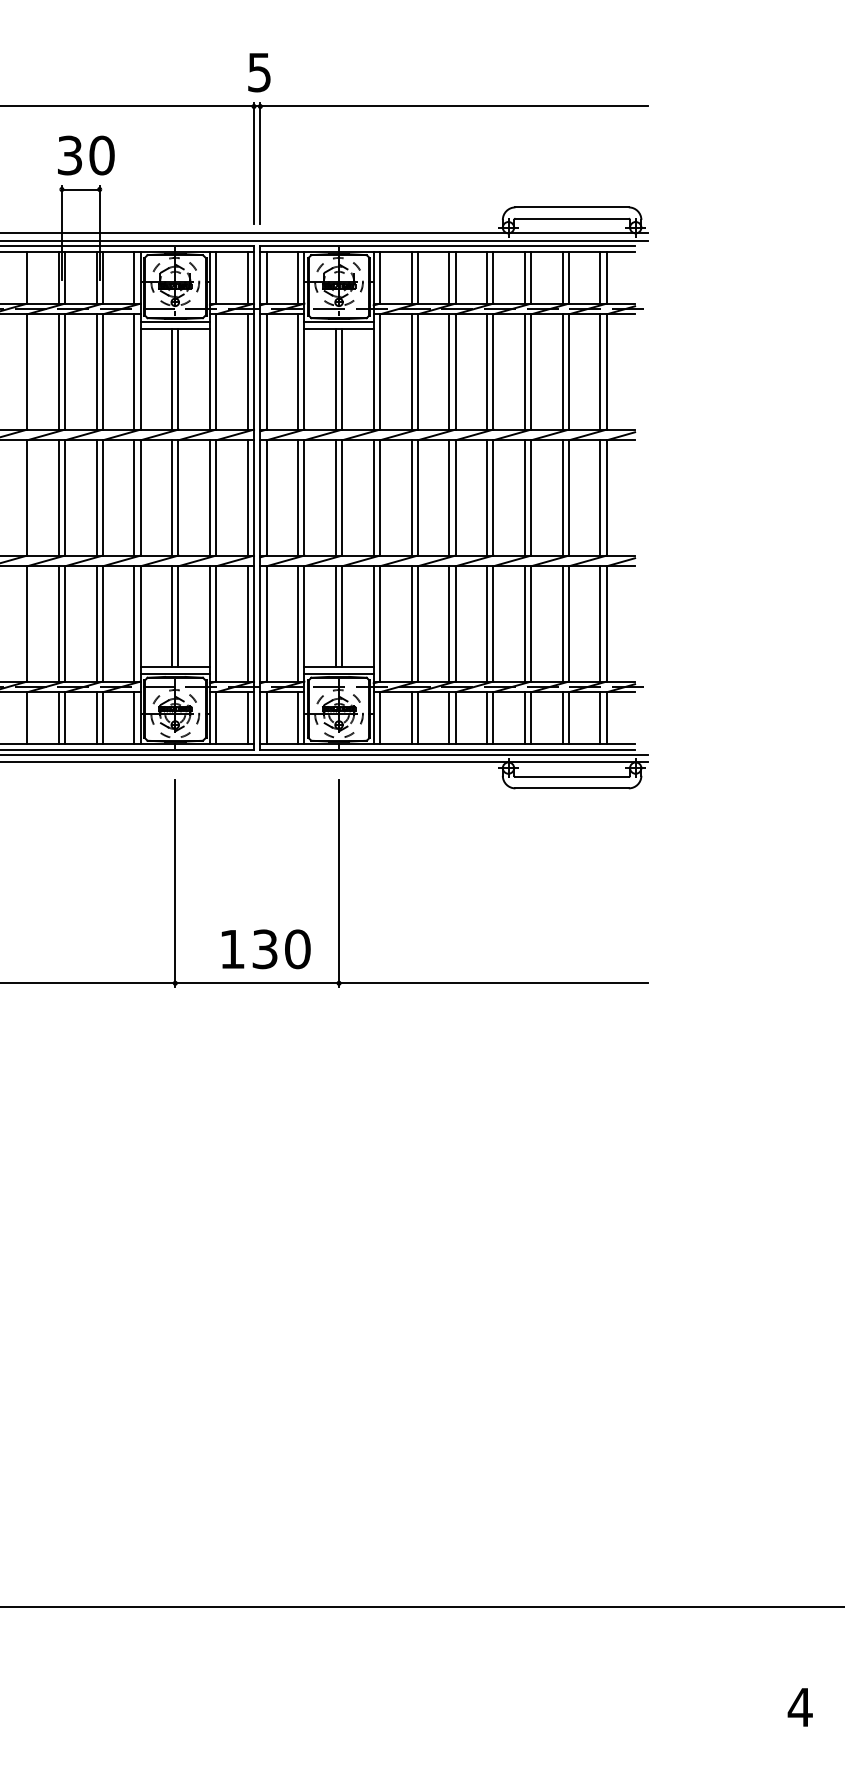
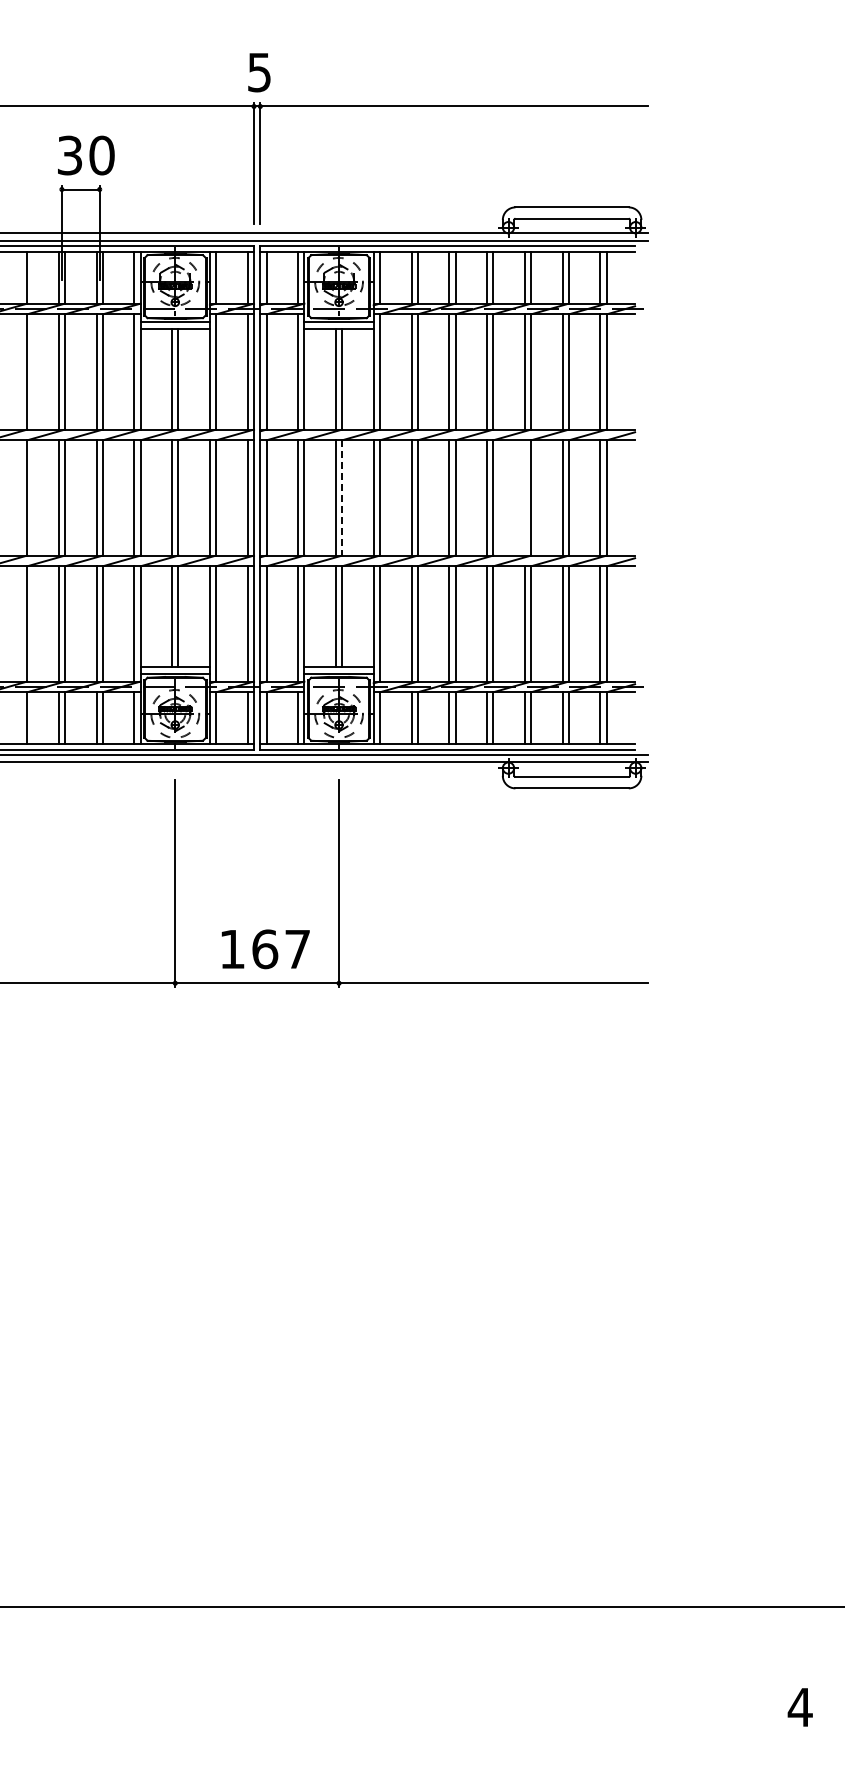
line at (342, 497): solid -> dashed
line at (524, 497): present -> none
text at (281, 949): 130 -> 167
